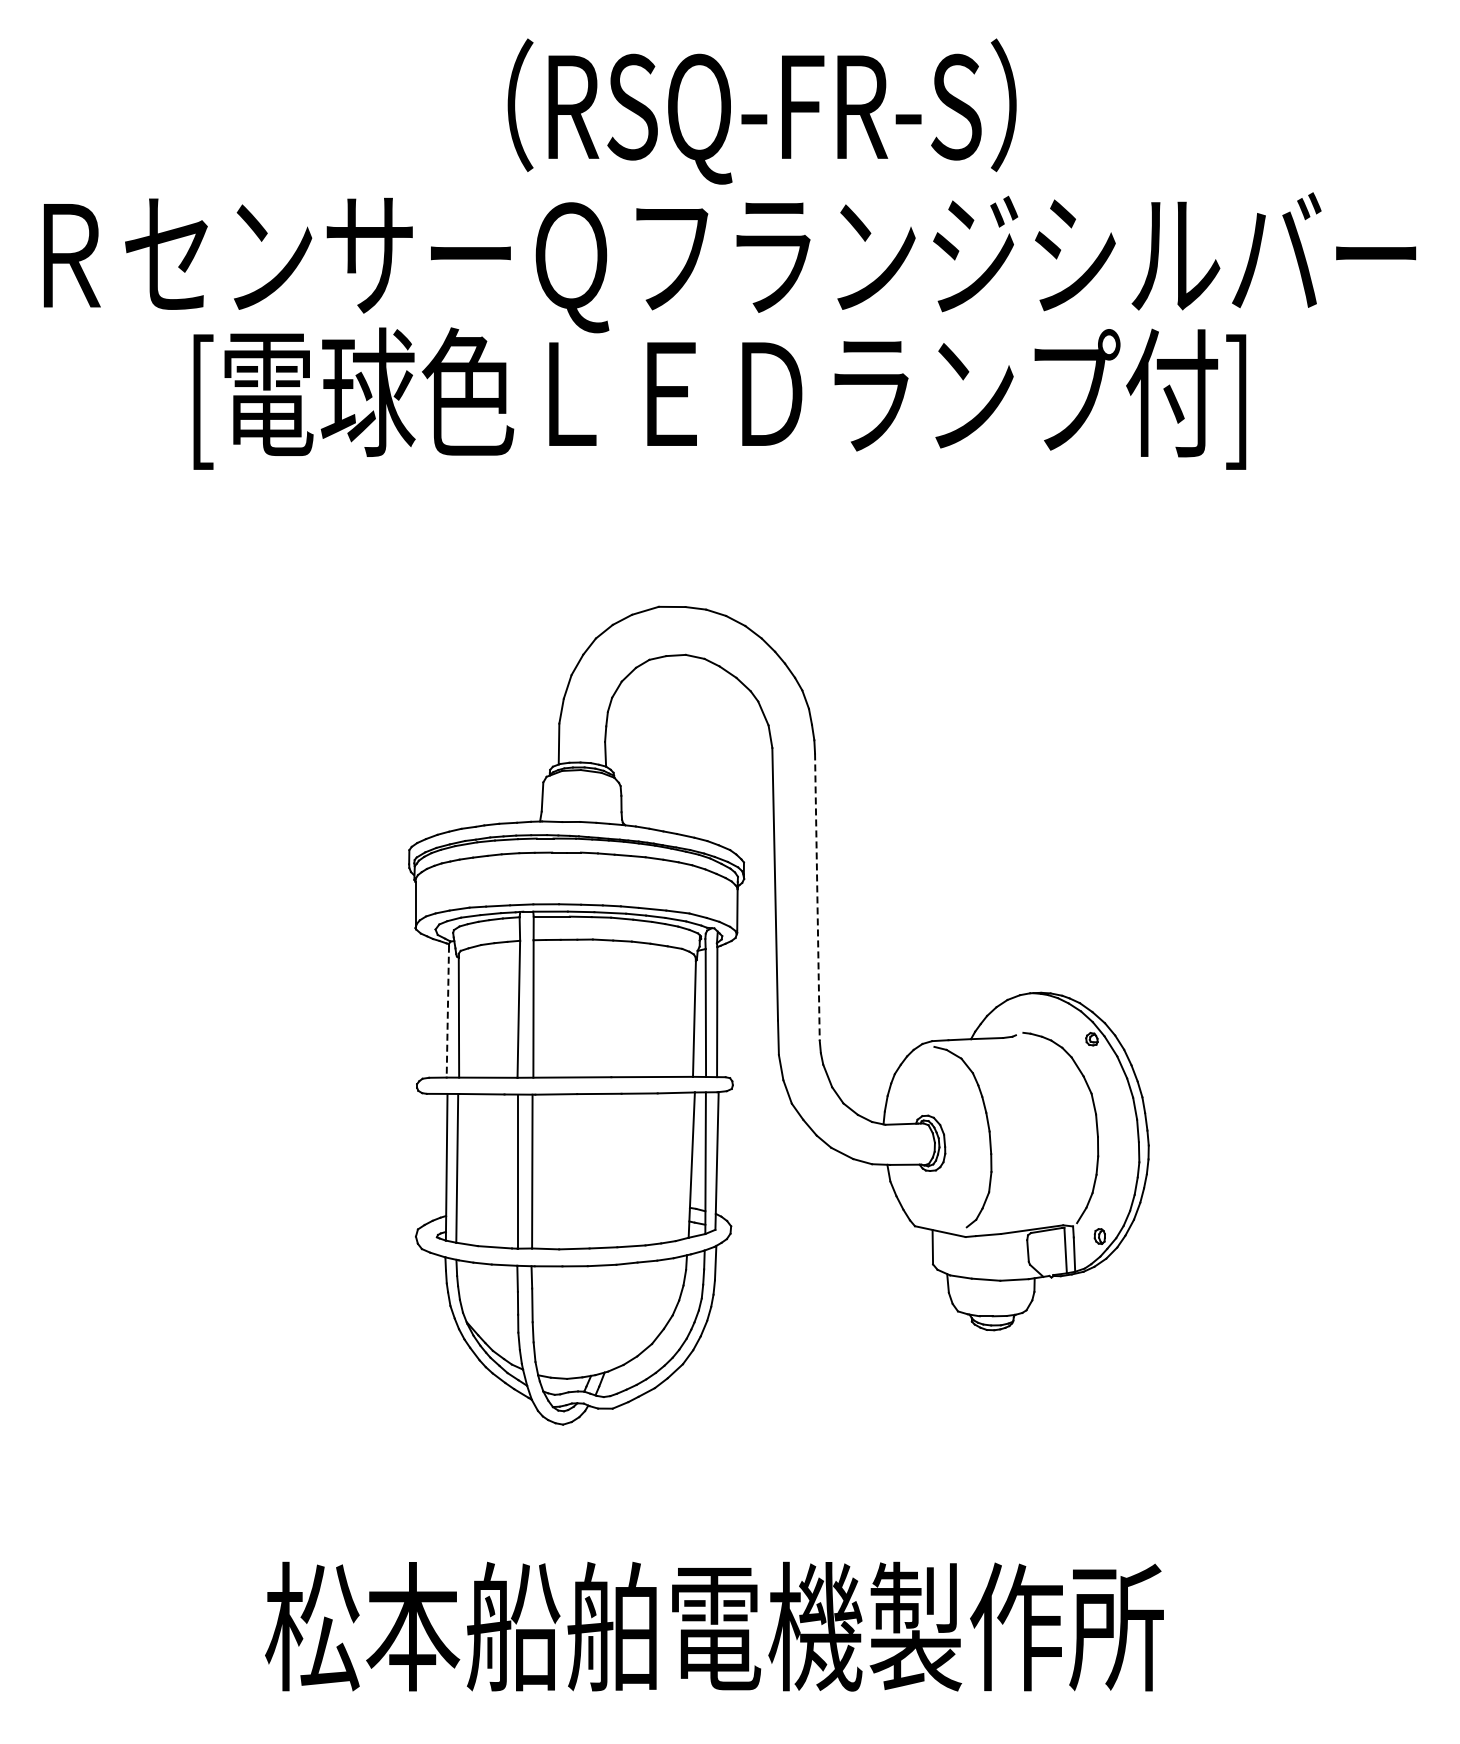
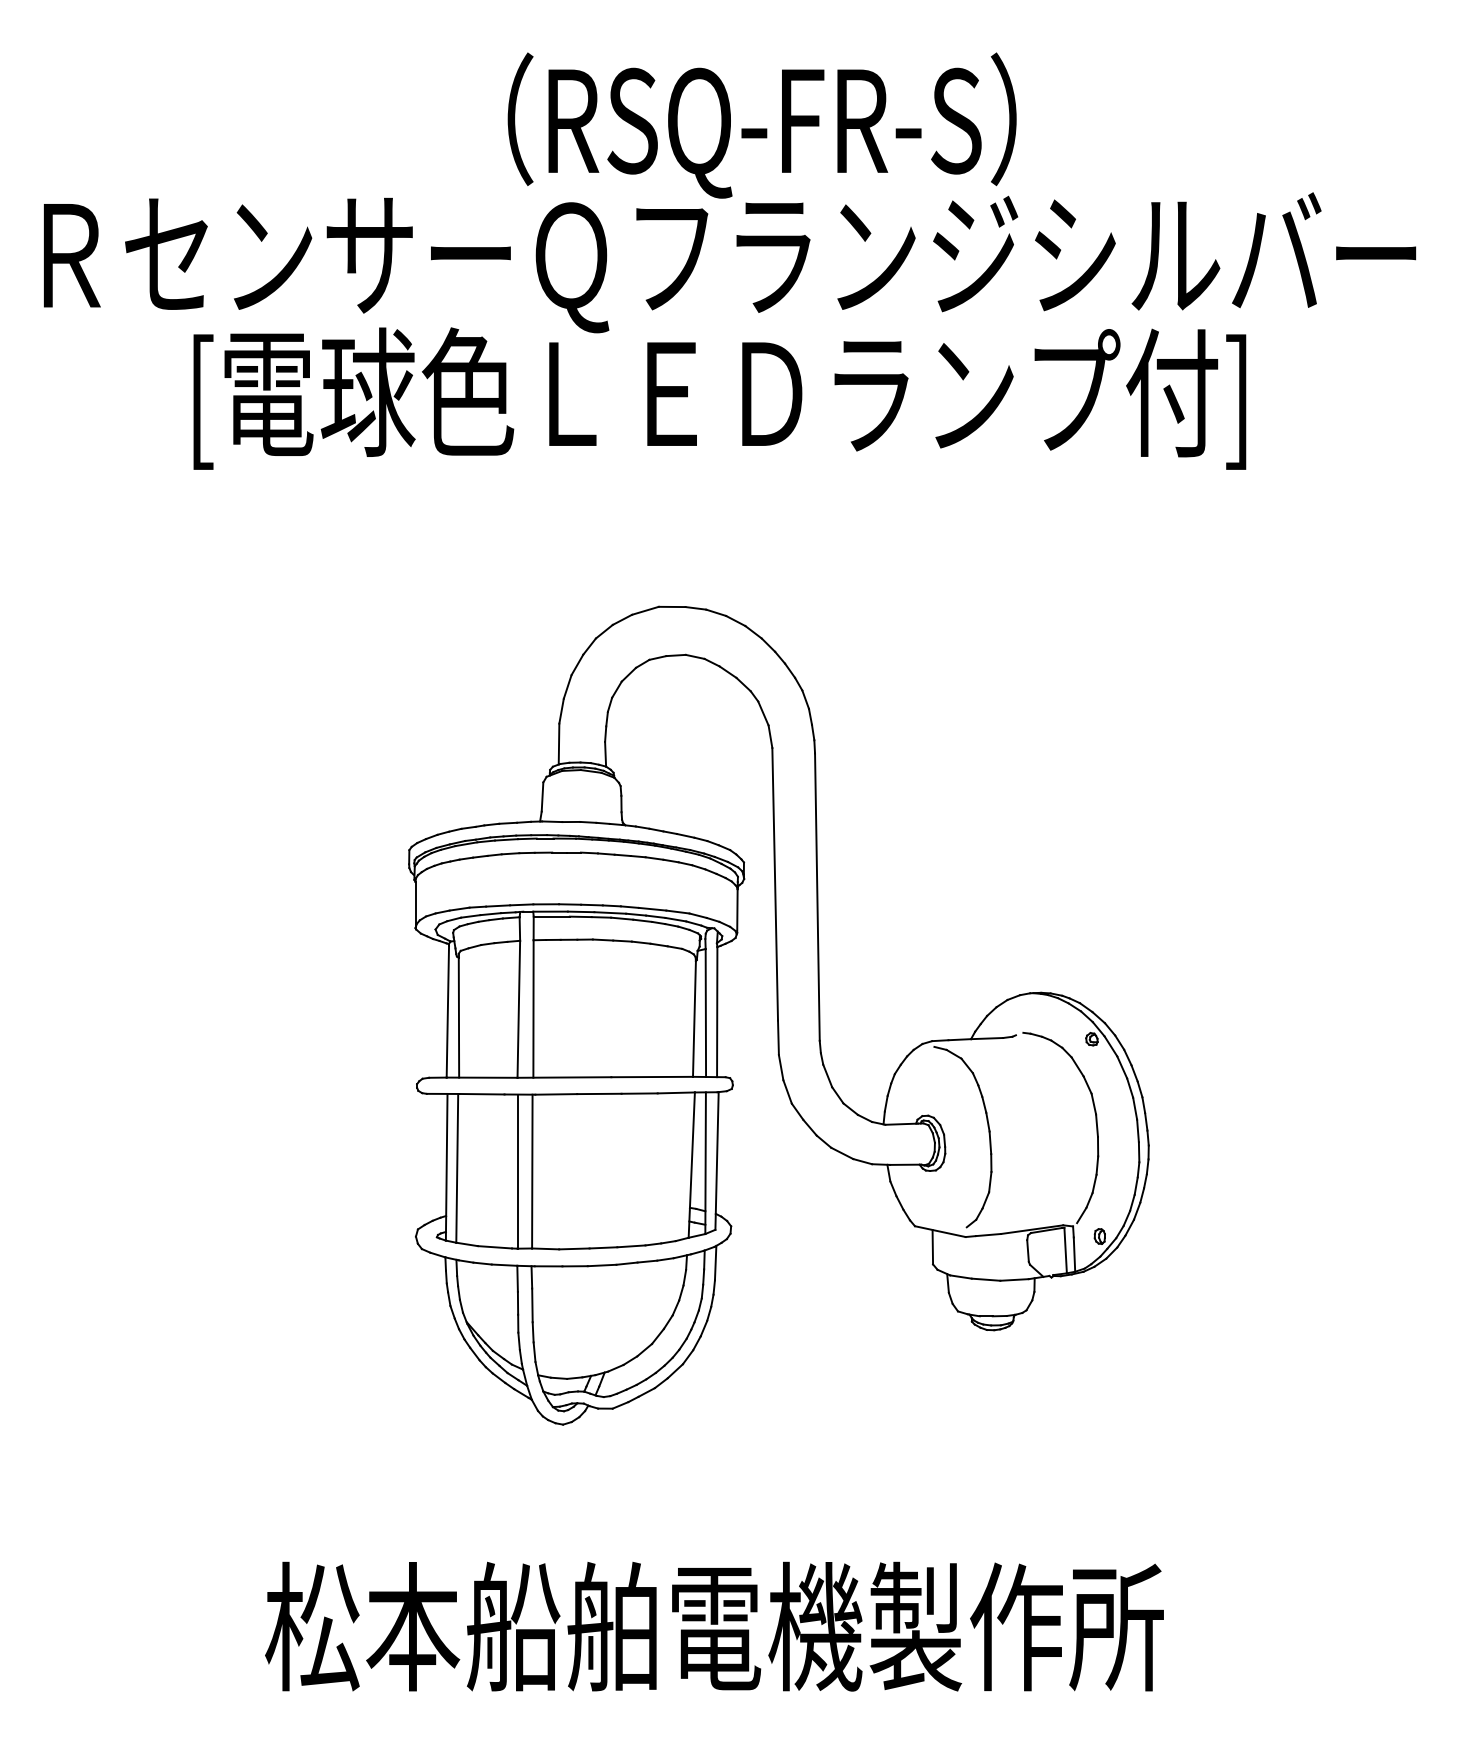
text at (761, 111) position: (761, 111) -> (761, 125)
line at (817, 897): dashed -> solid
line at (447, 1011): dashed -> solid
